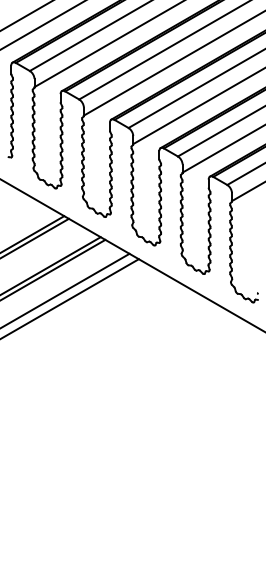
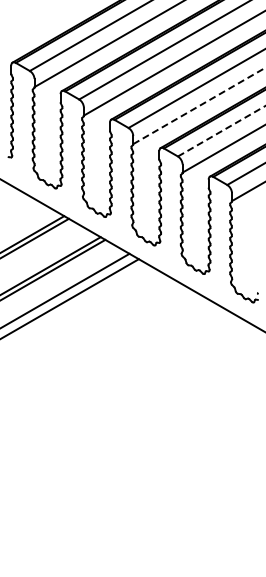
line at (26, 16): present -> none
line at (42, 25): present -> none
line at (199, 105): solid -> dashed
line at (222, 131): solid -> dashed
